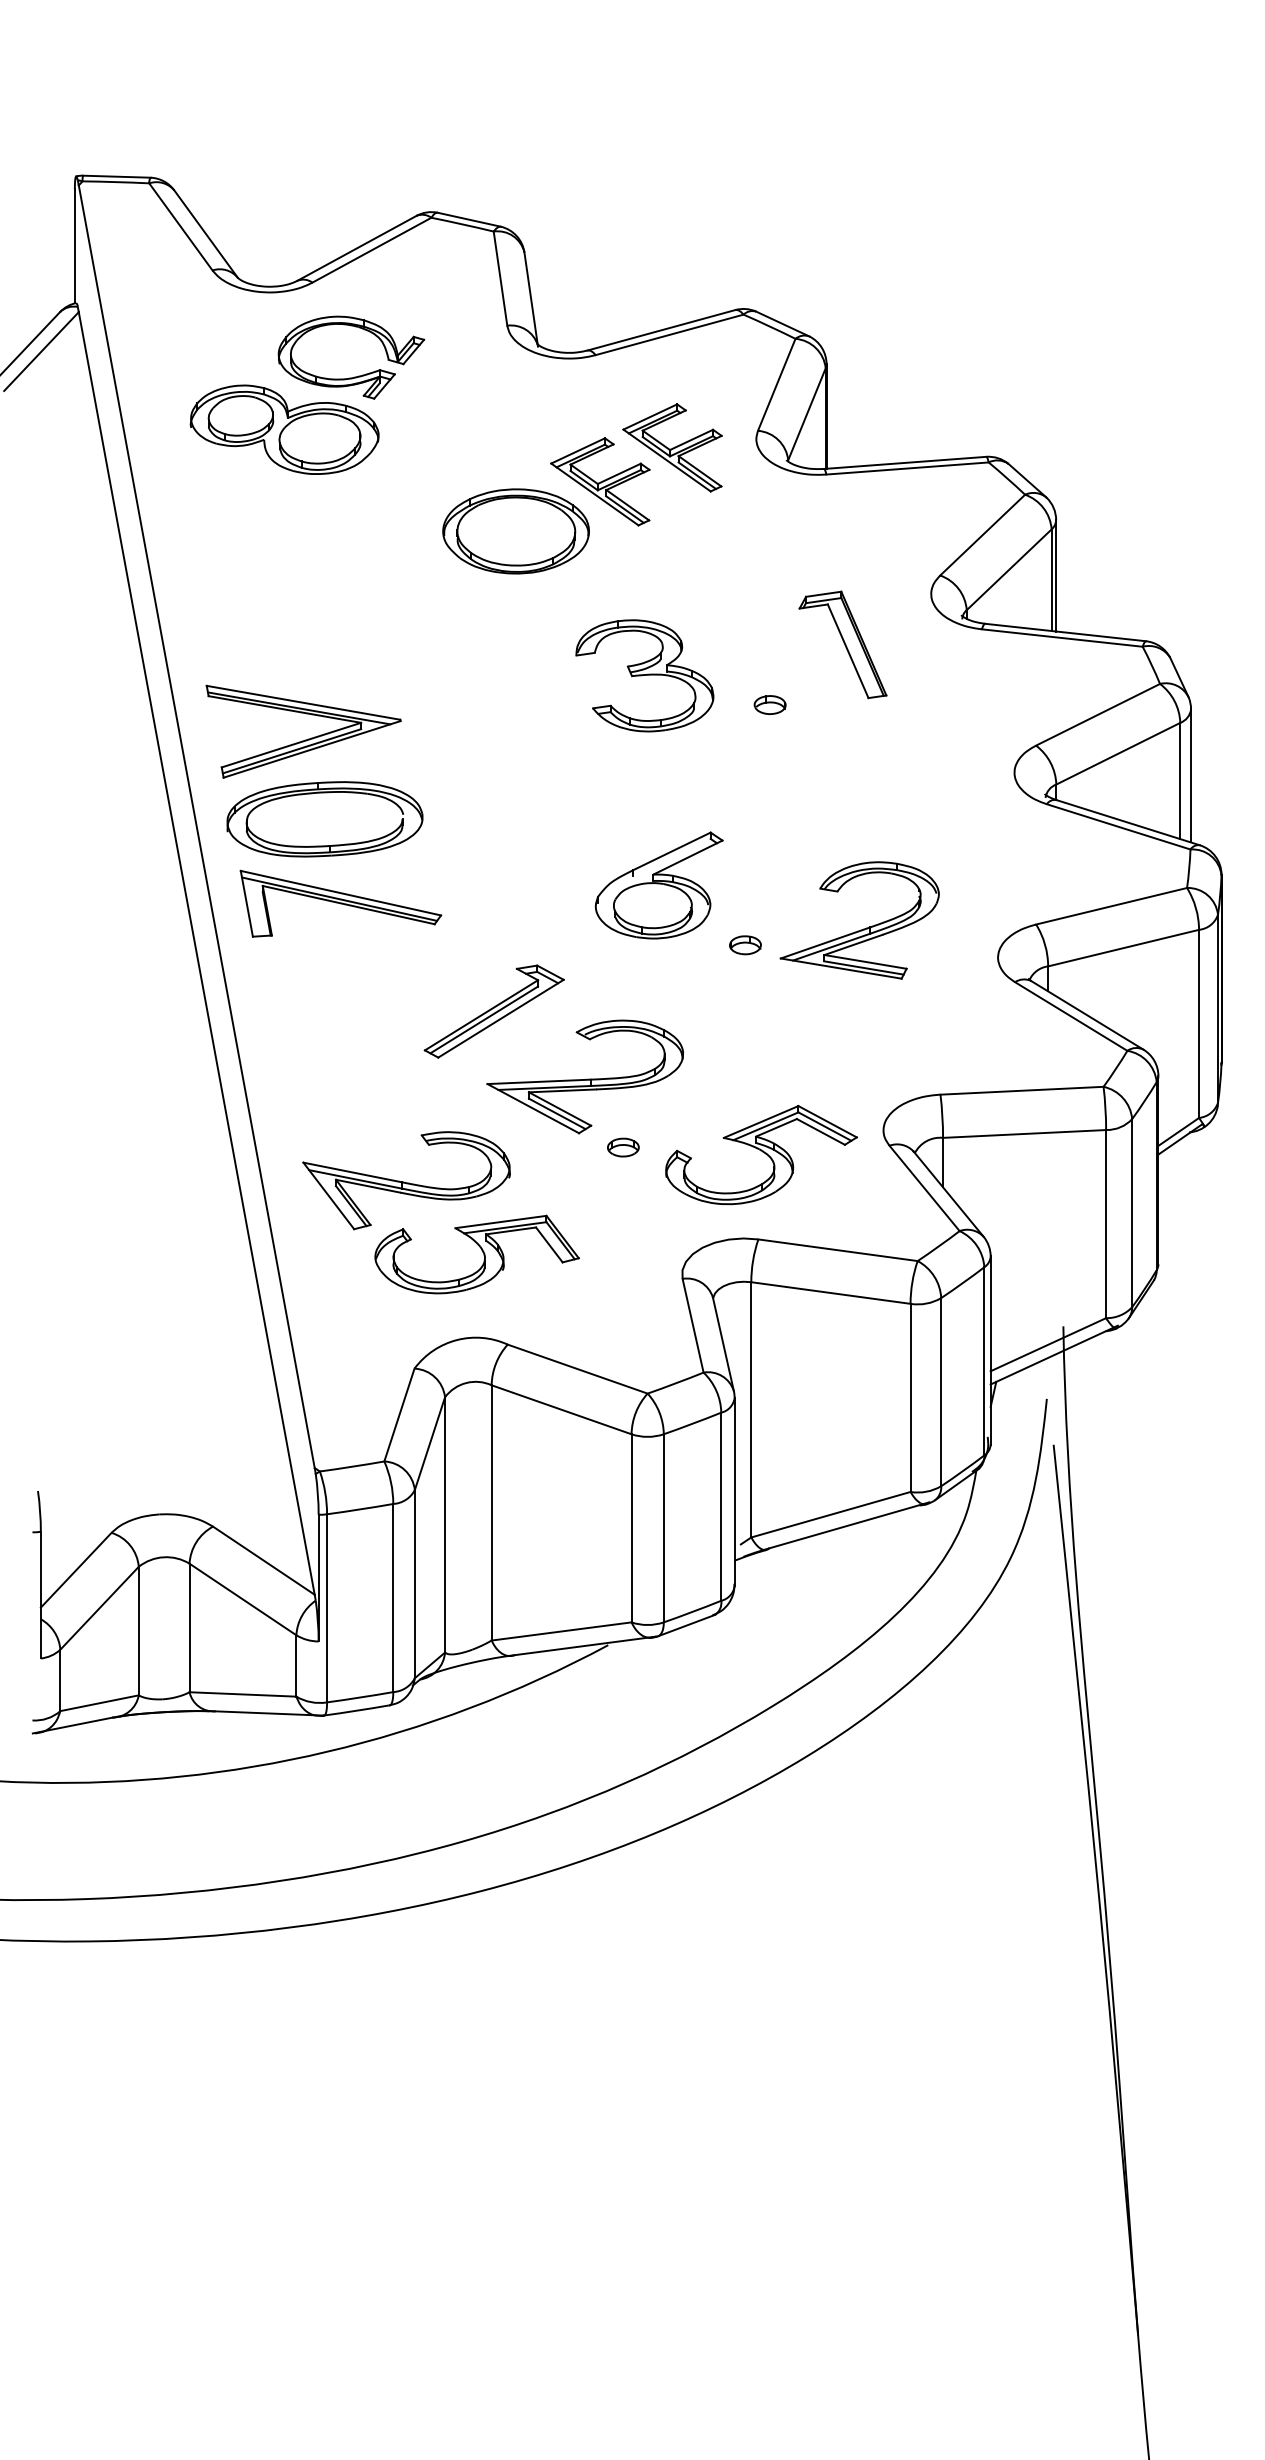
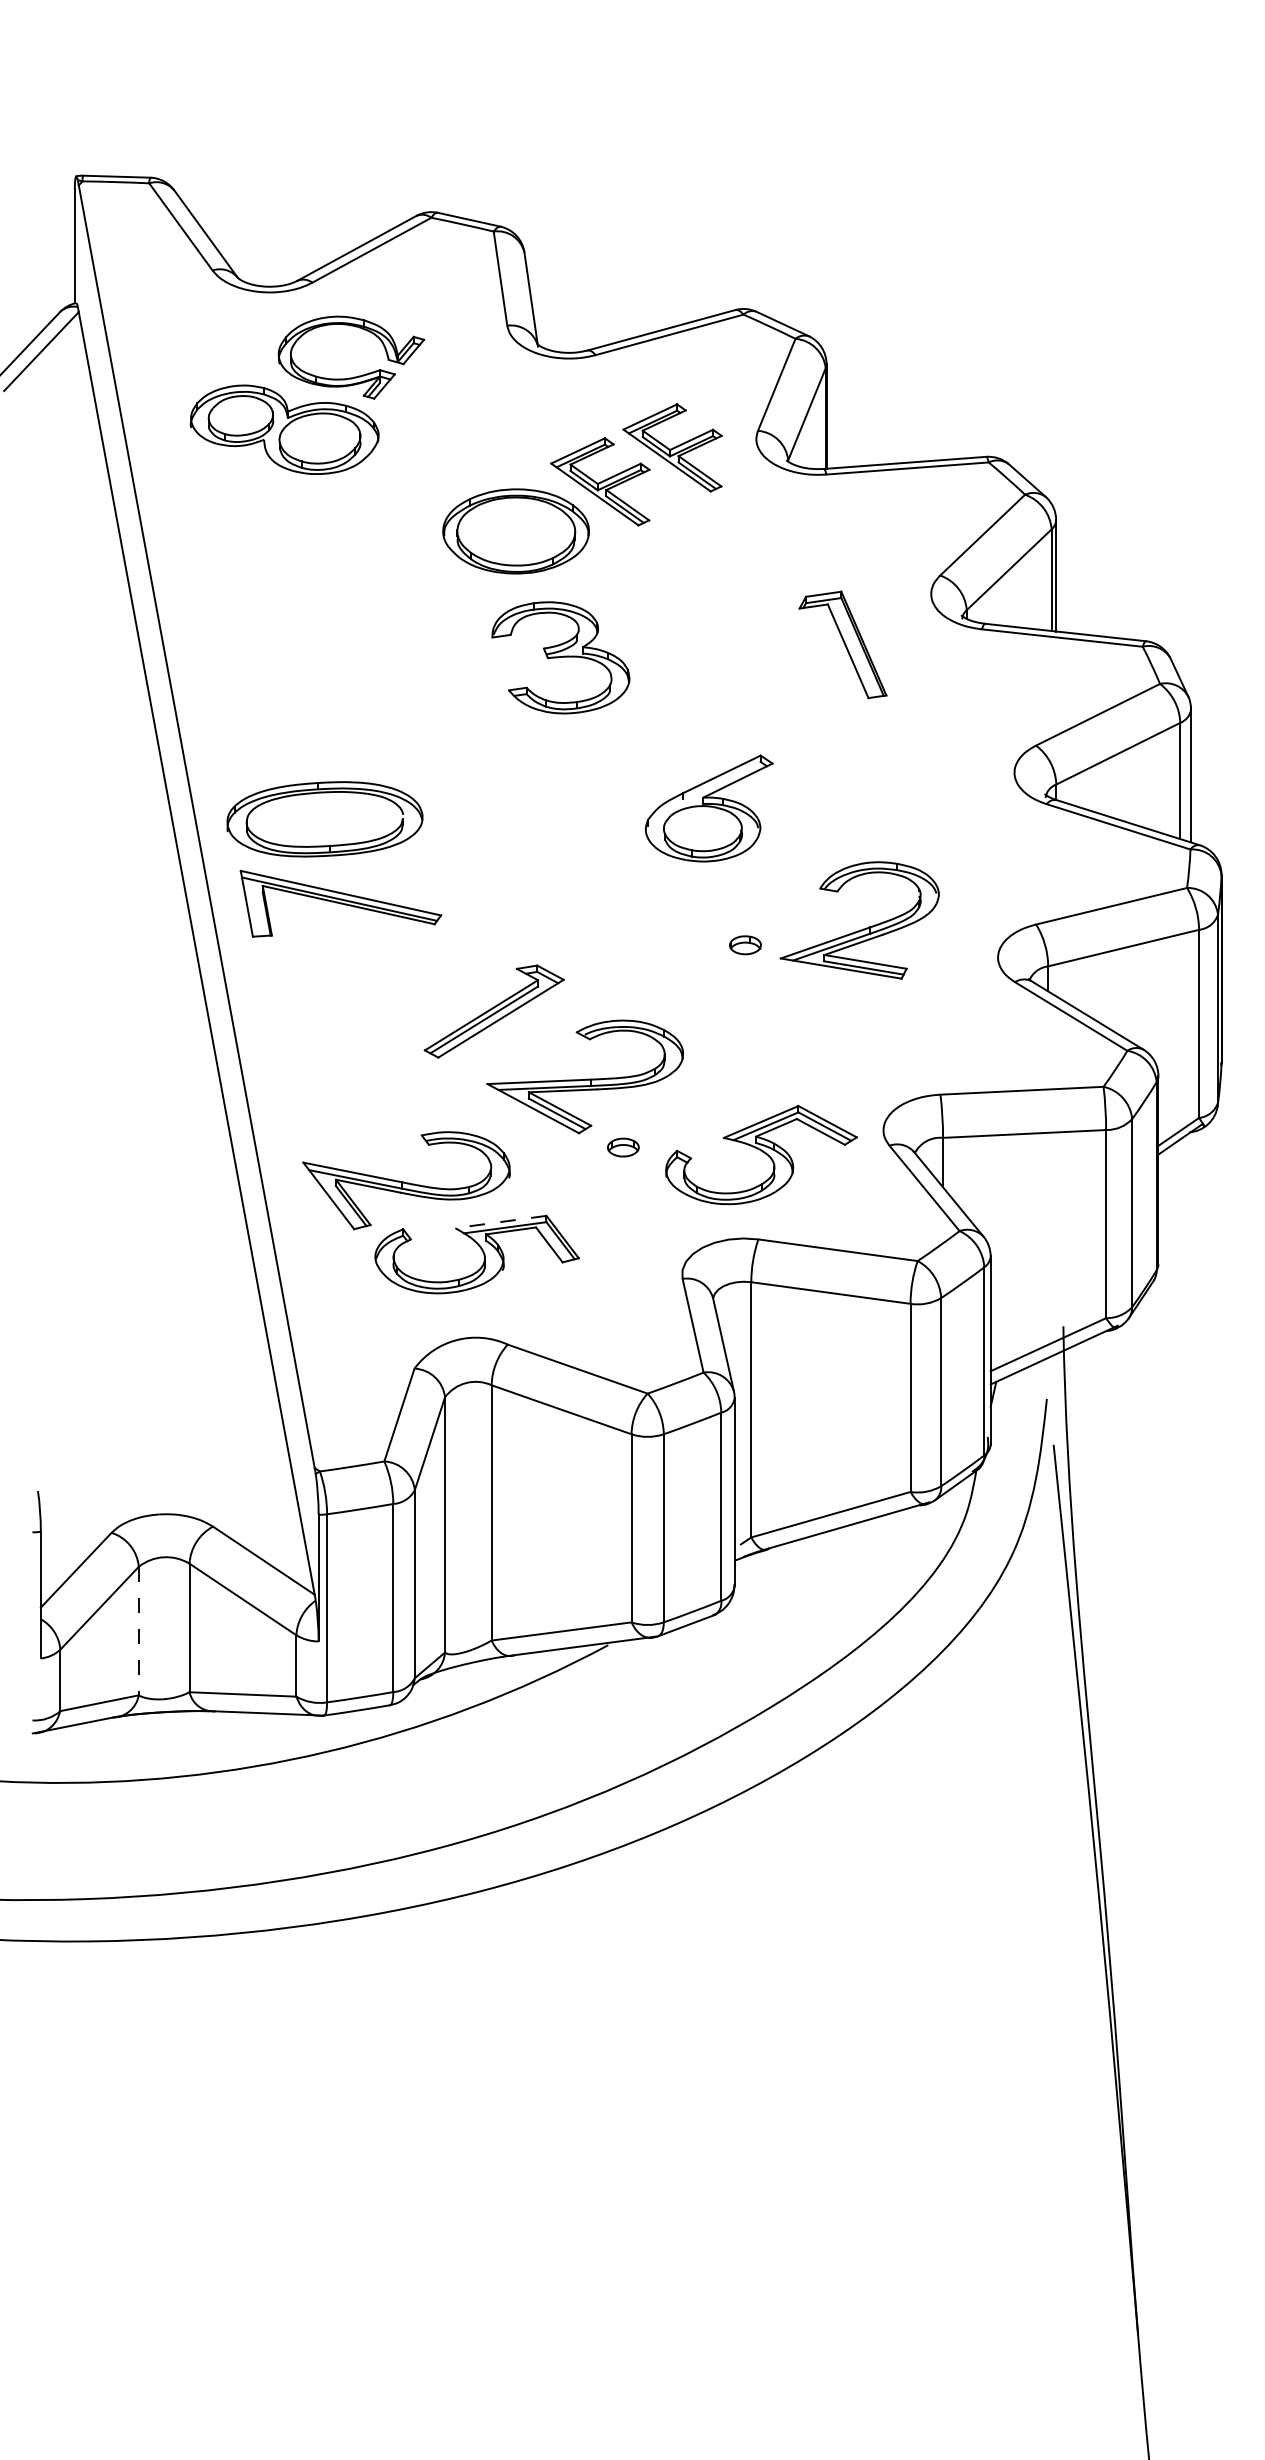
part at (644, 675) position: (644, 675) -> (560, 657)
part at (769, 704): present -> none
part at (305, 739): present -> none
part at (658, 885) position: (658, 885) -> (708, 808)
line at (500, 1222): solid -> dashed
line at (138, 1631): solid -> dashed
